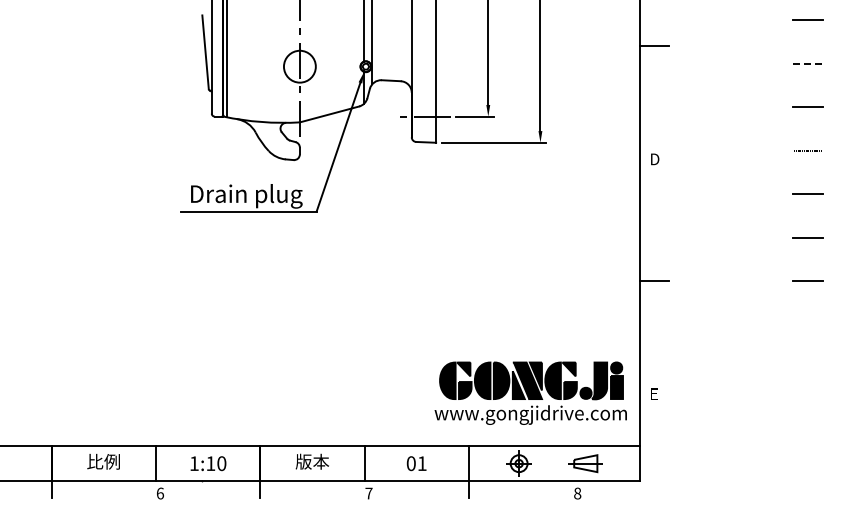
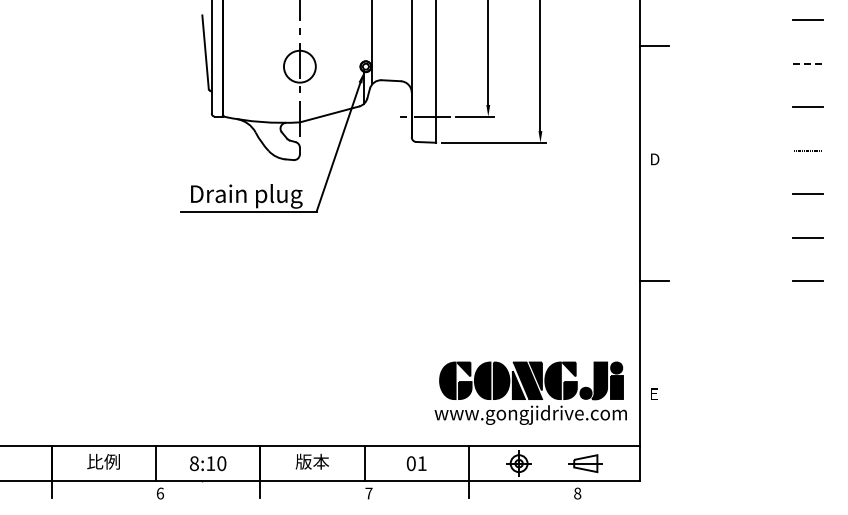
line at (363, 32): present -> none
line at (227, 59): present -> none
text at (194, 463): 1:10 -> 8:10
